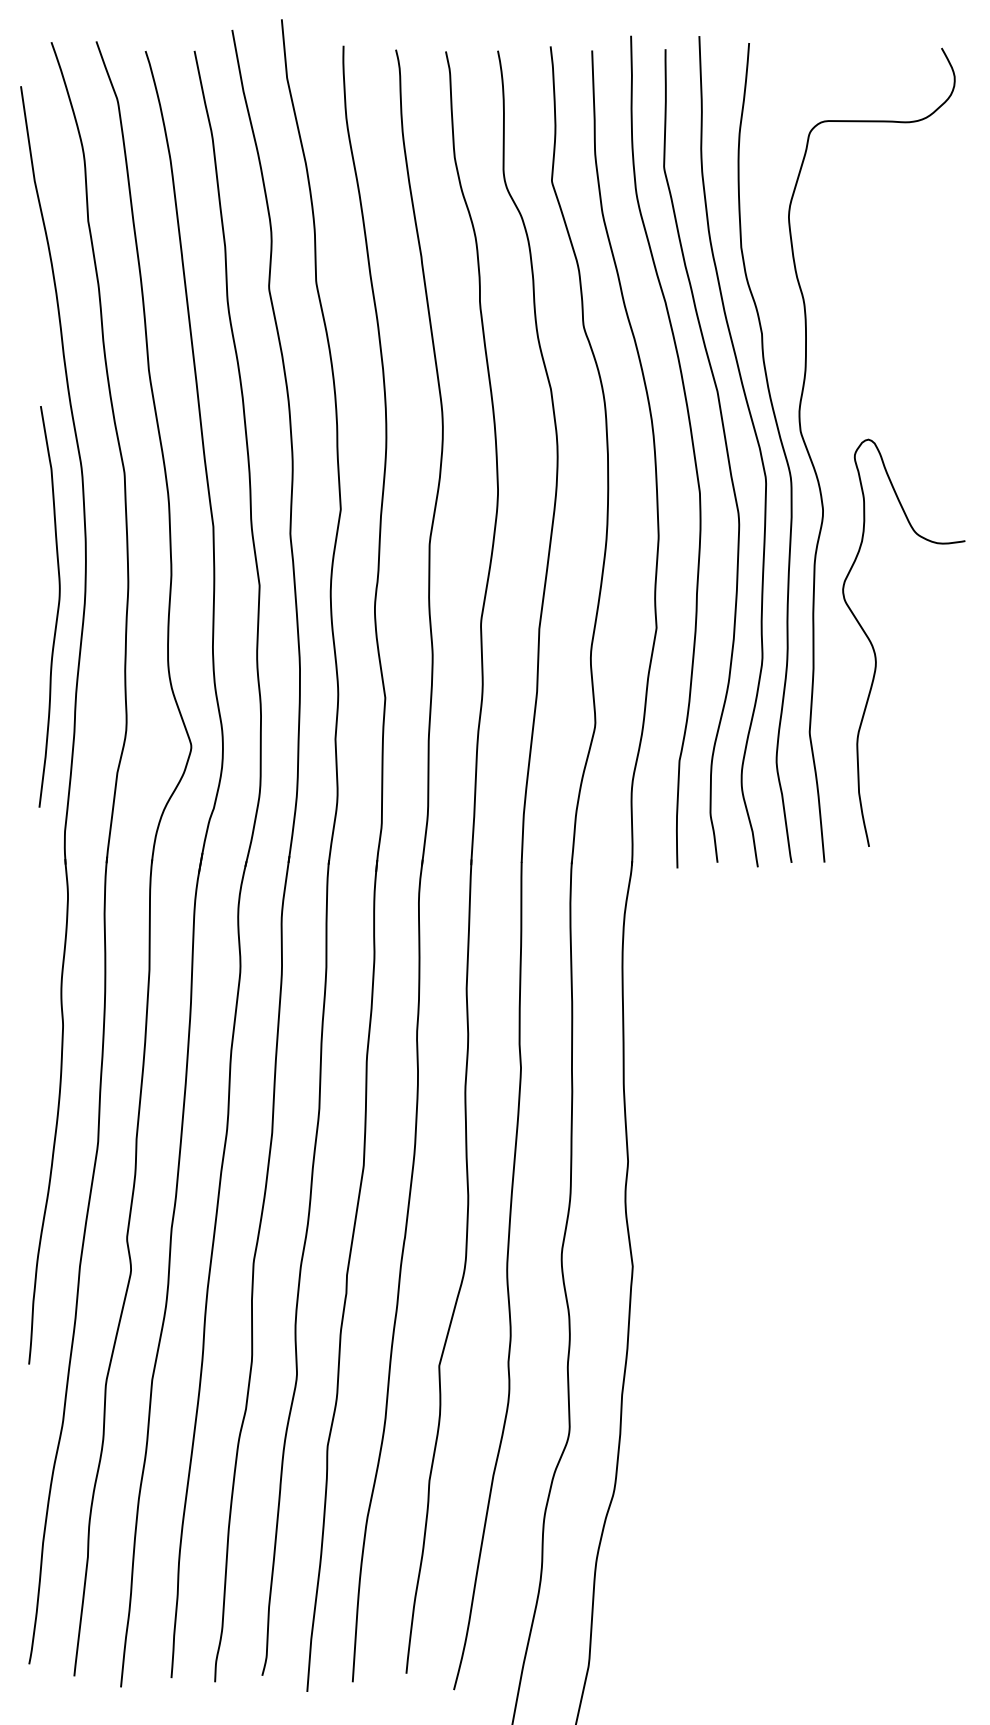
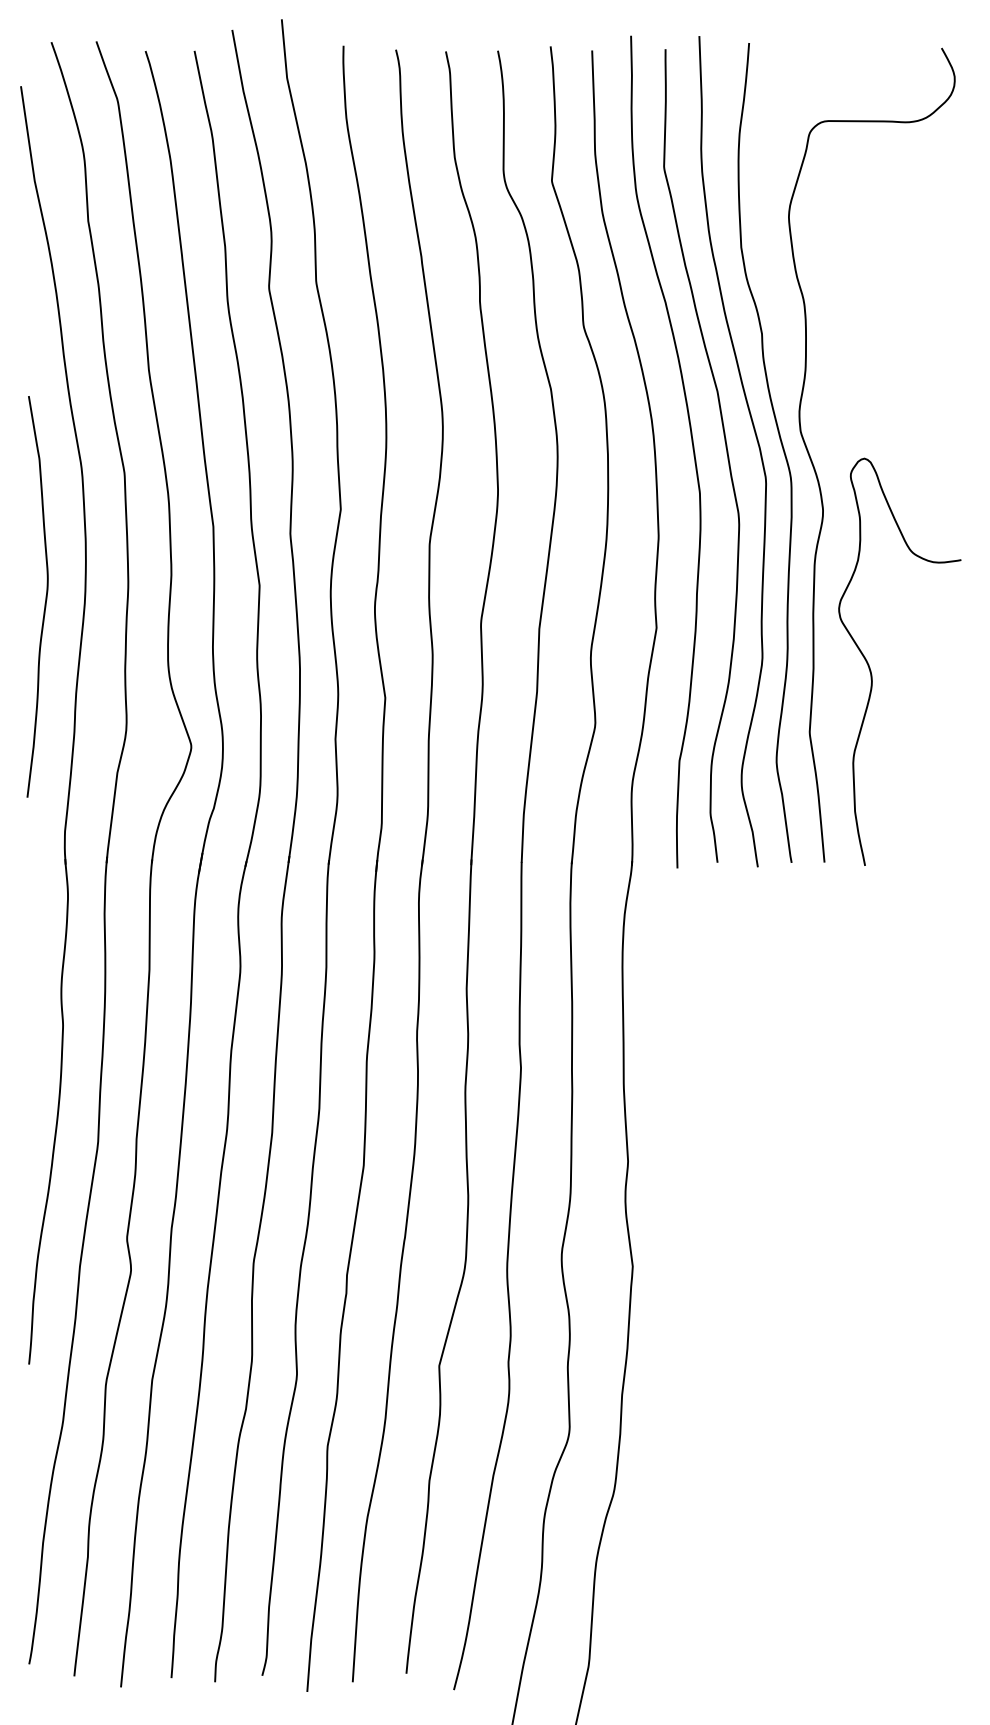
curve at (57, 606) position: (57, 606) -> (45, 596)
curve at (875, 651) position: (875, 651) -> (871, 670)
